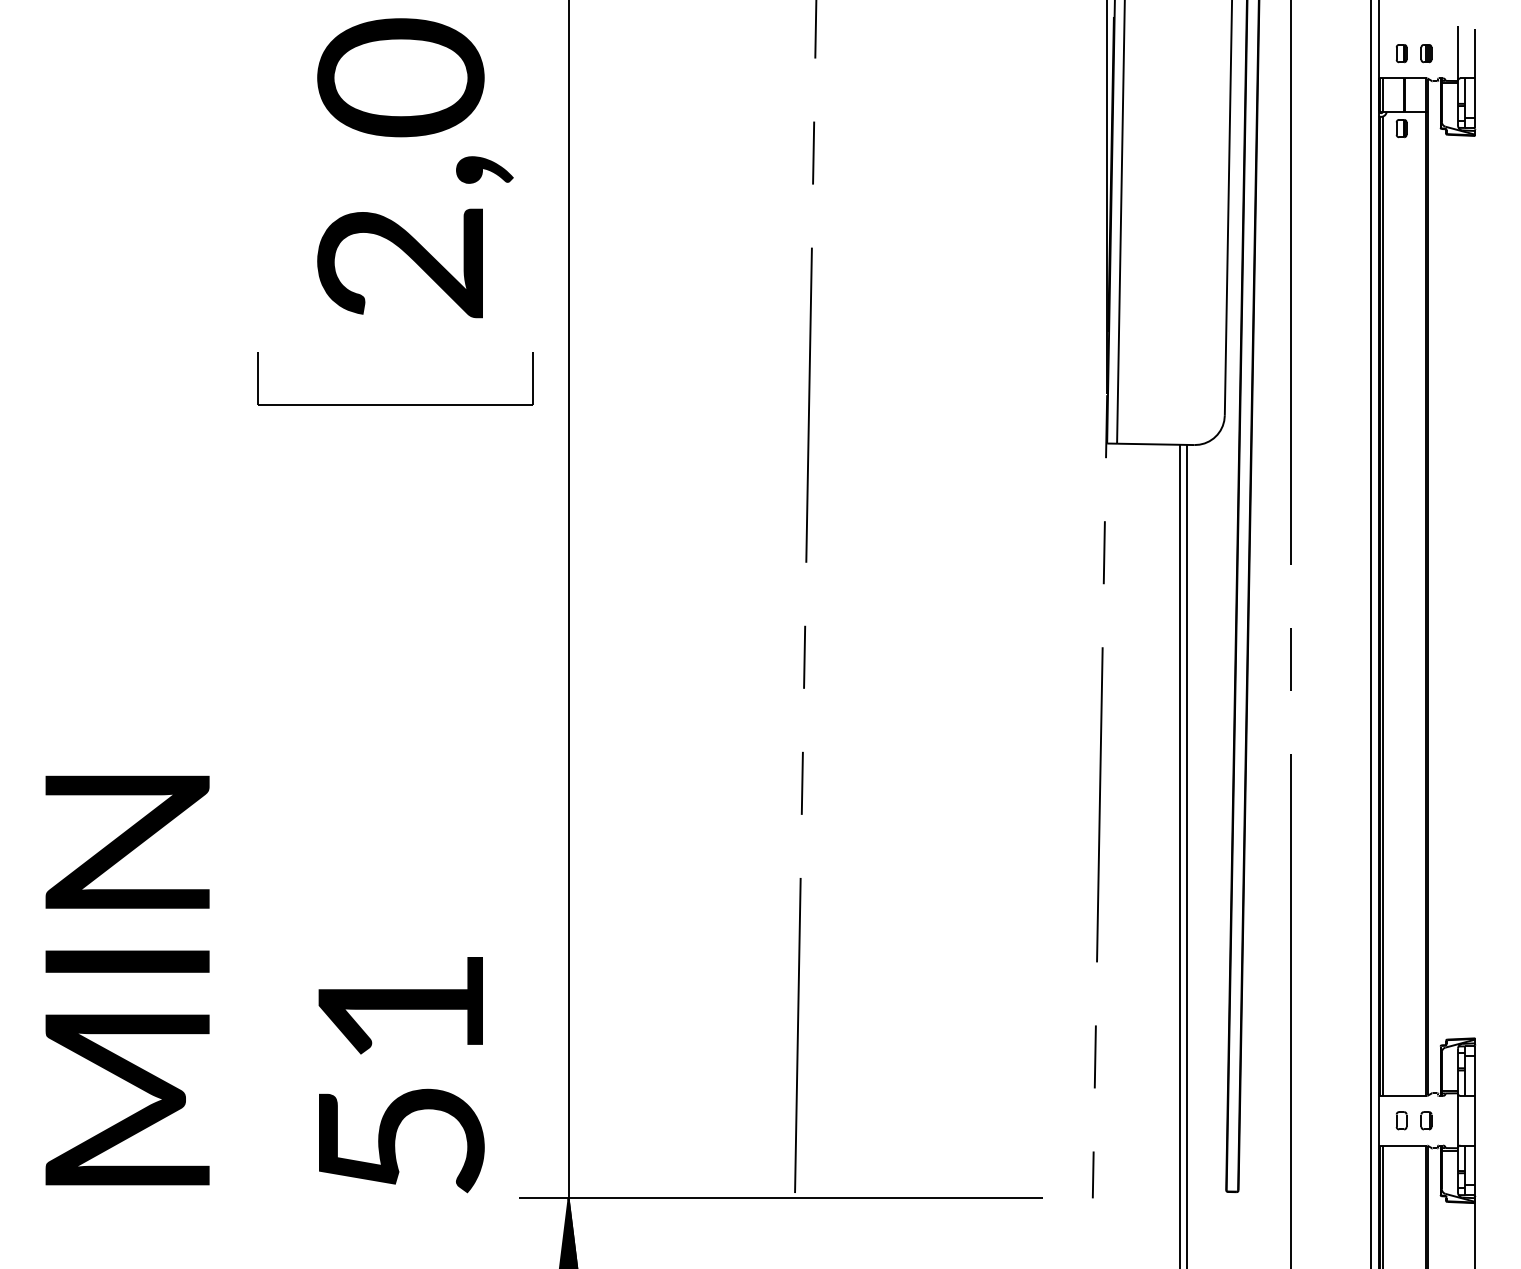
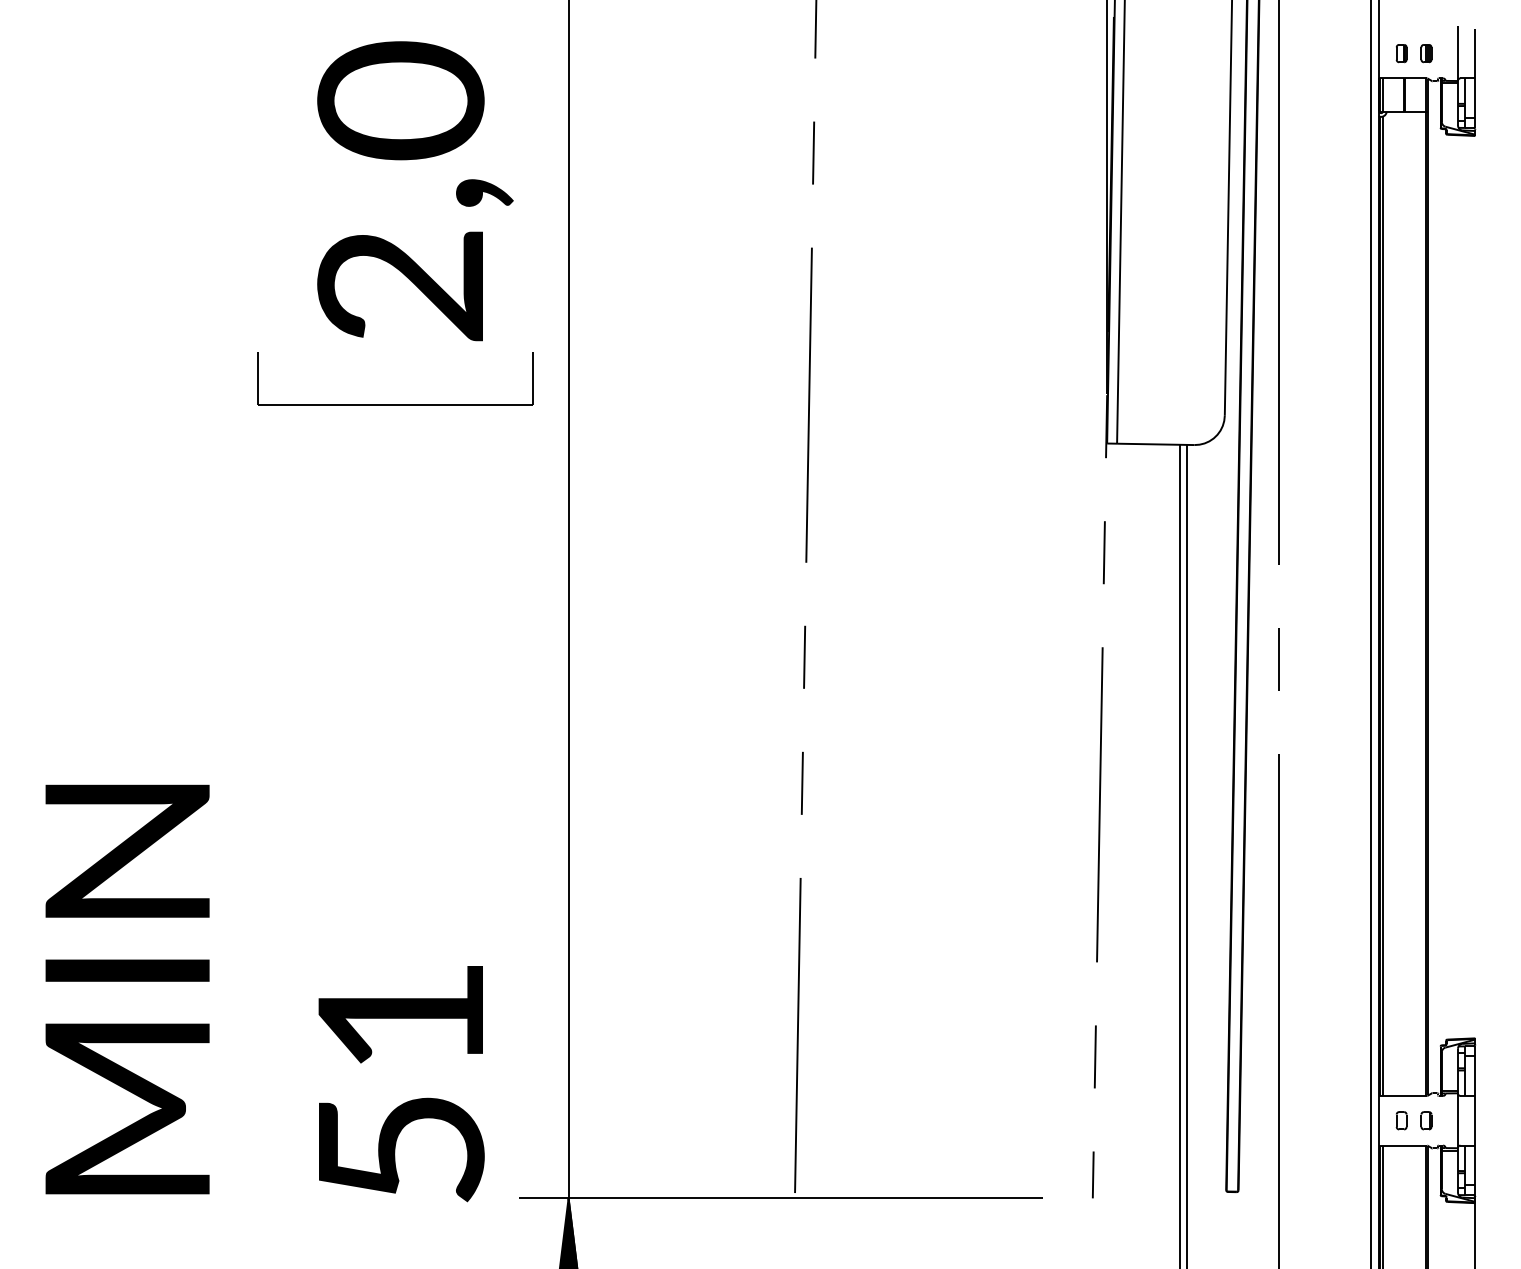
part at (1401, 128): present -> none
text at (415, 168) position: (415, 168) -> (415, 191)
line at (1291, 633) position: (1291, 633) -> (1279, 633)
text at (264, 984) position: (264, 984) -> (264, 993)
